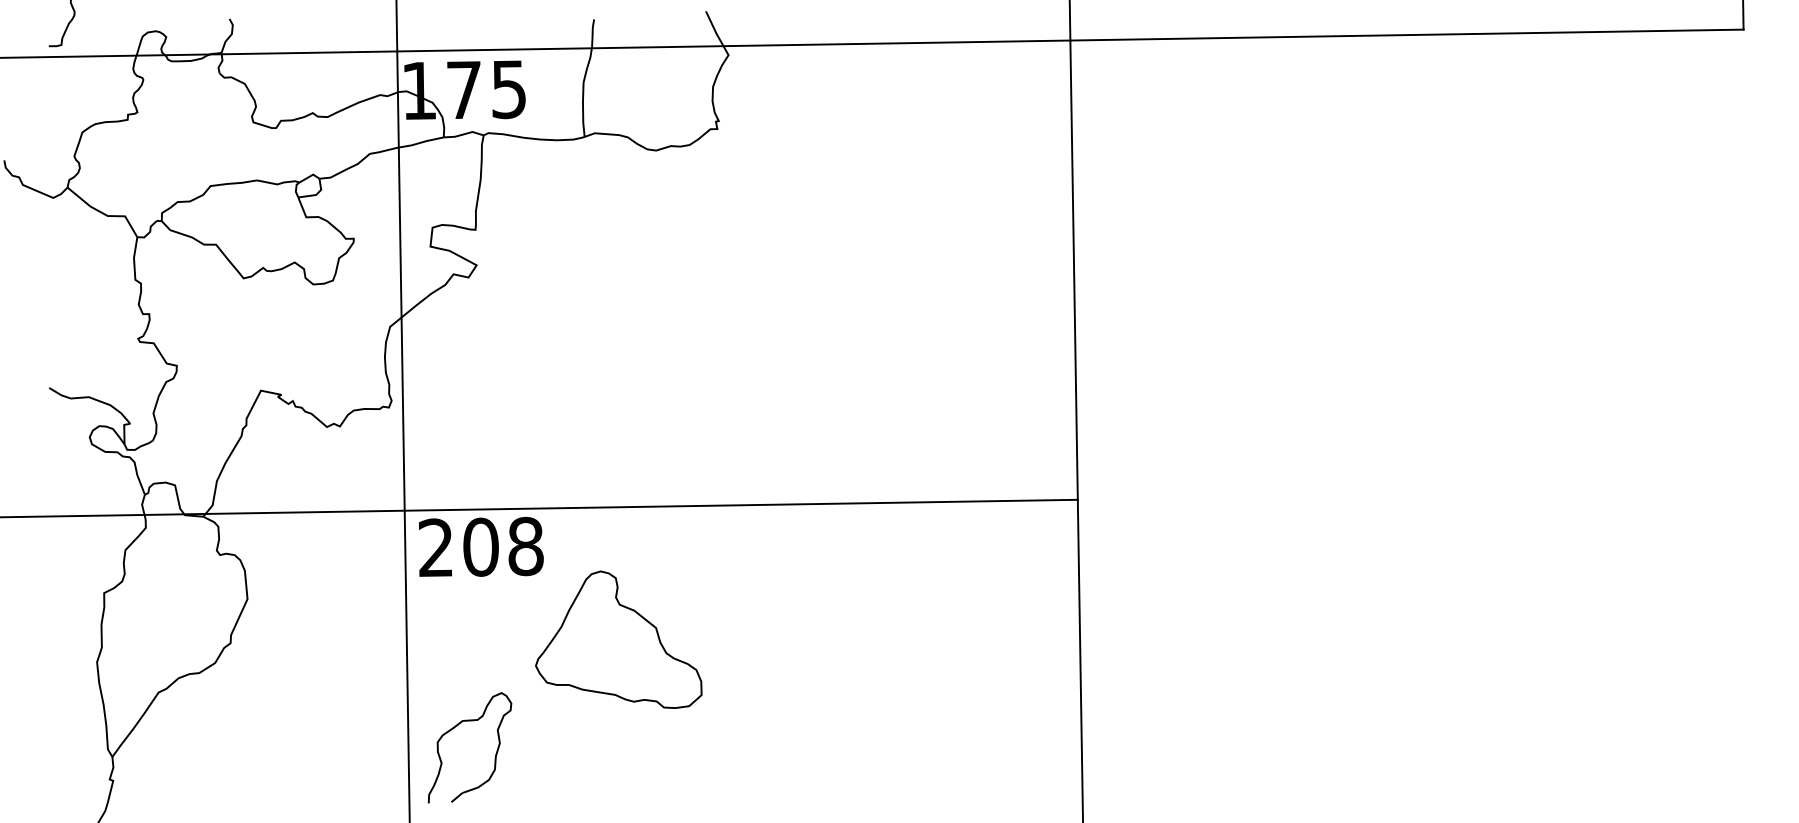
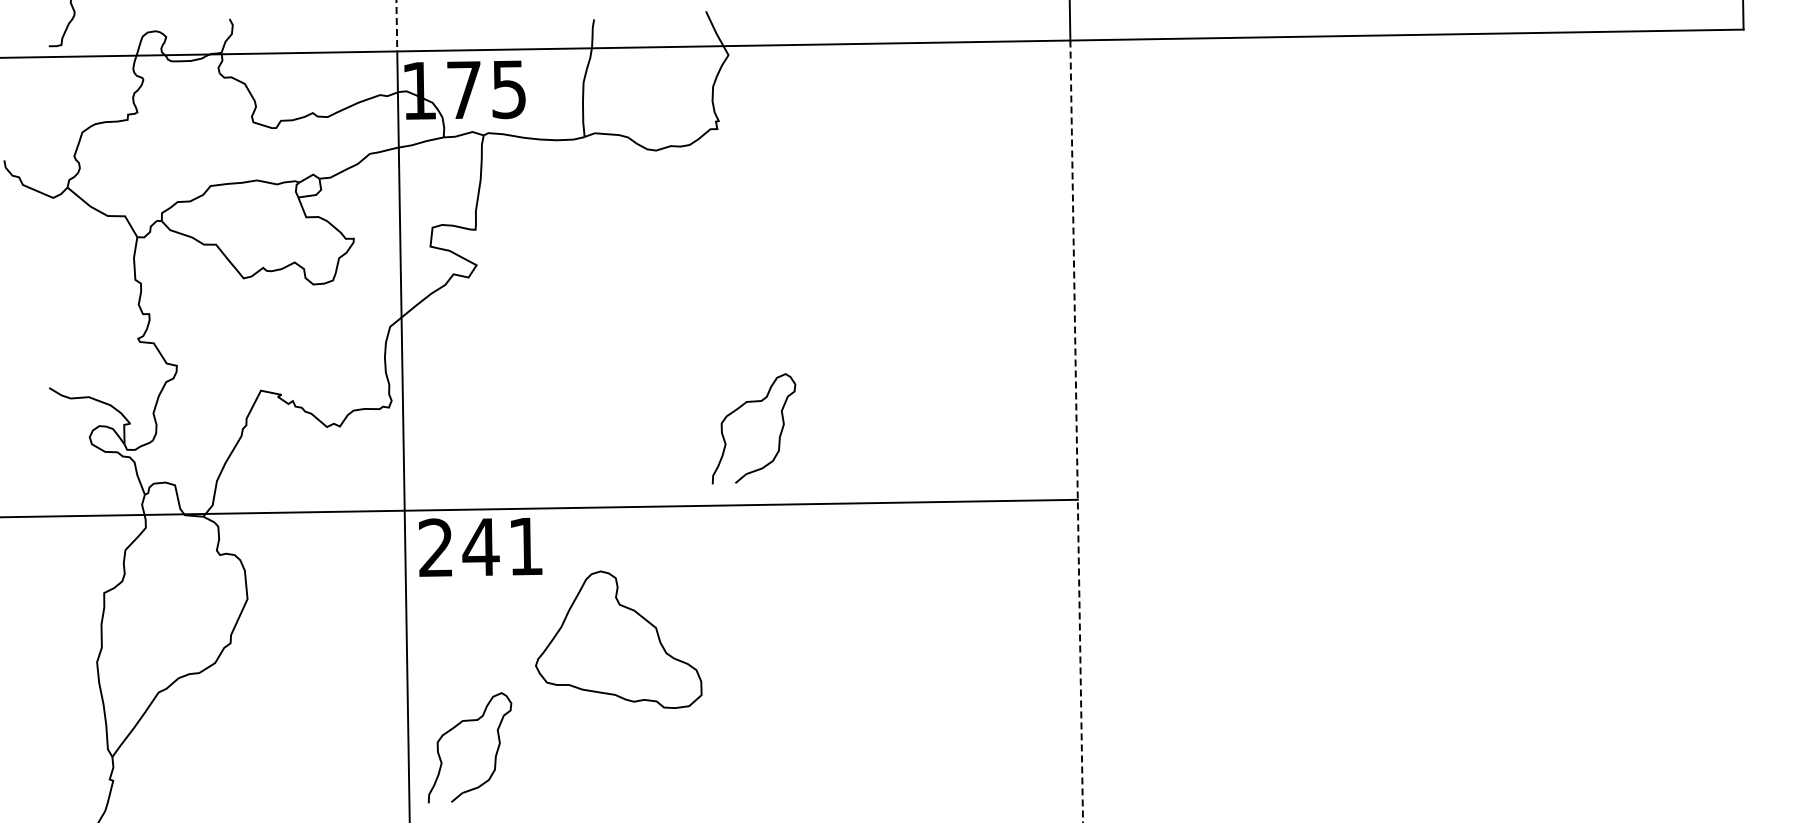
line at (396, 26): solid -> dashed
part at (737, 410): none -> present
line at (1076, 431): solid -> dashed
text at (502, 546): 208 -> 241
